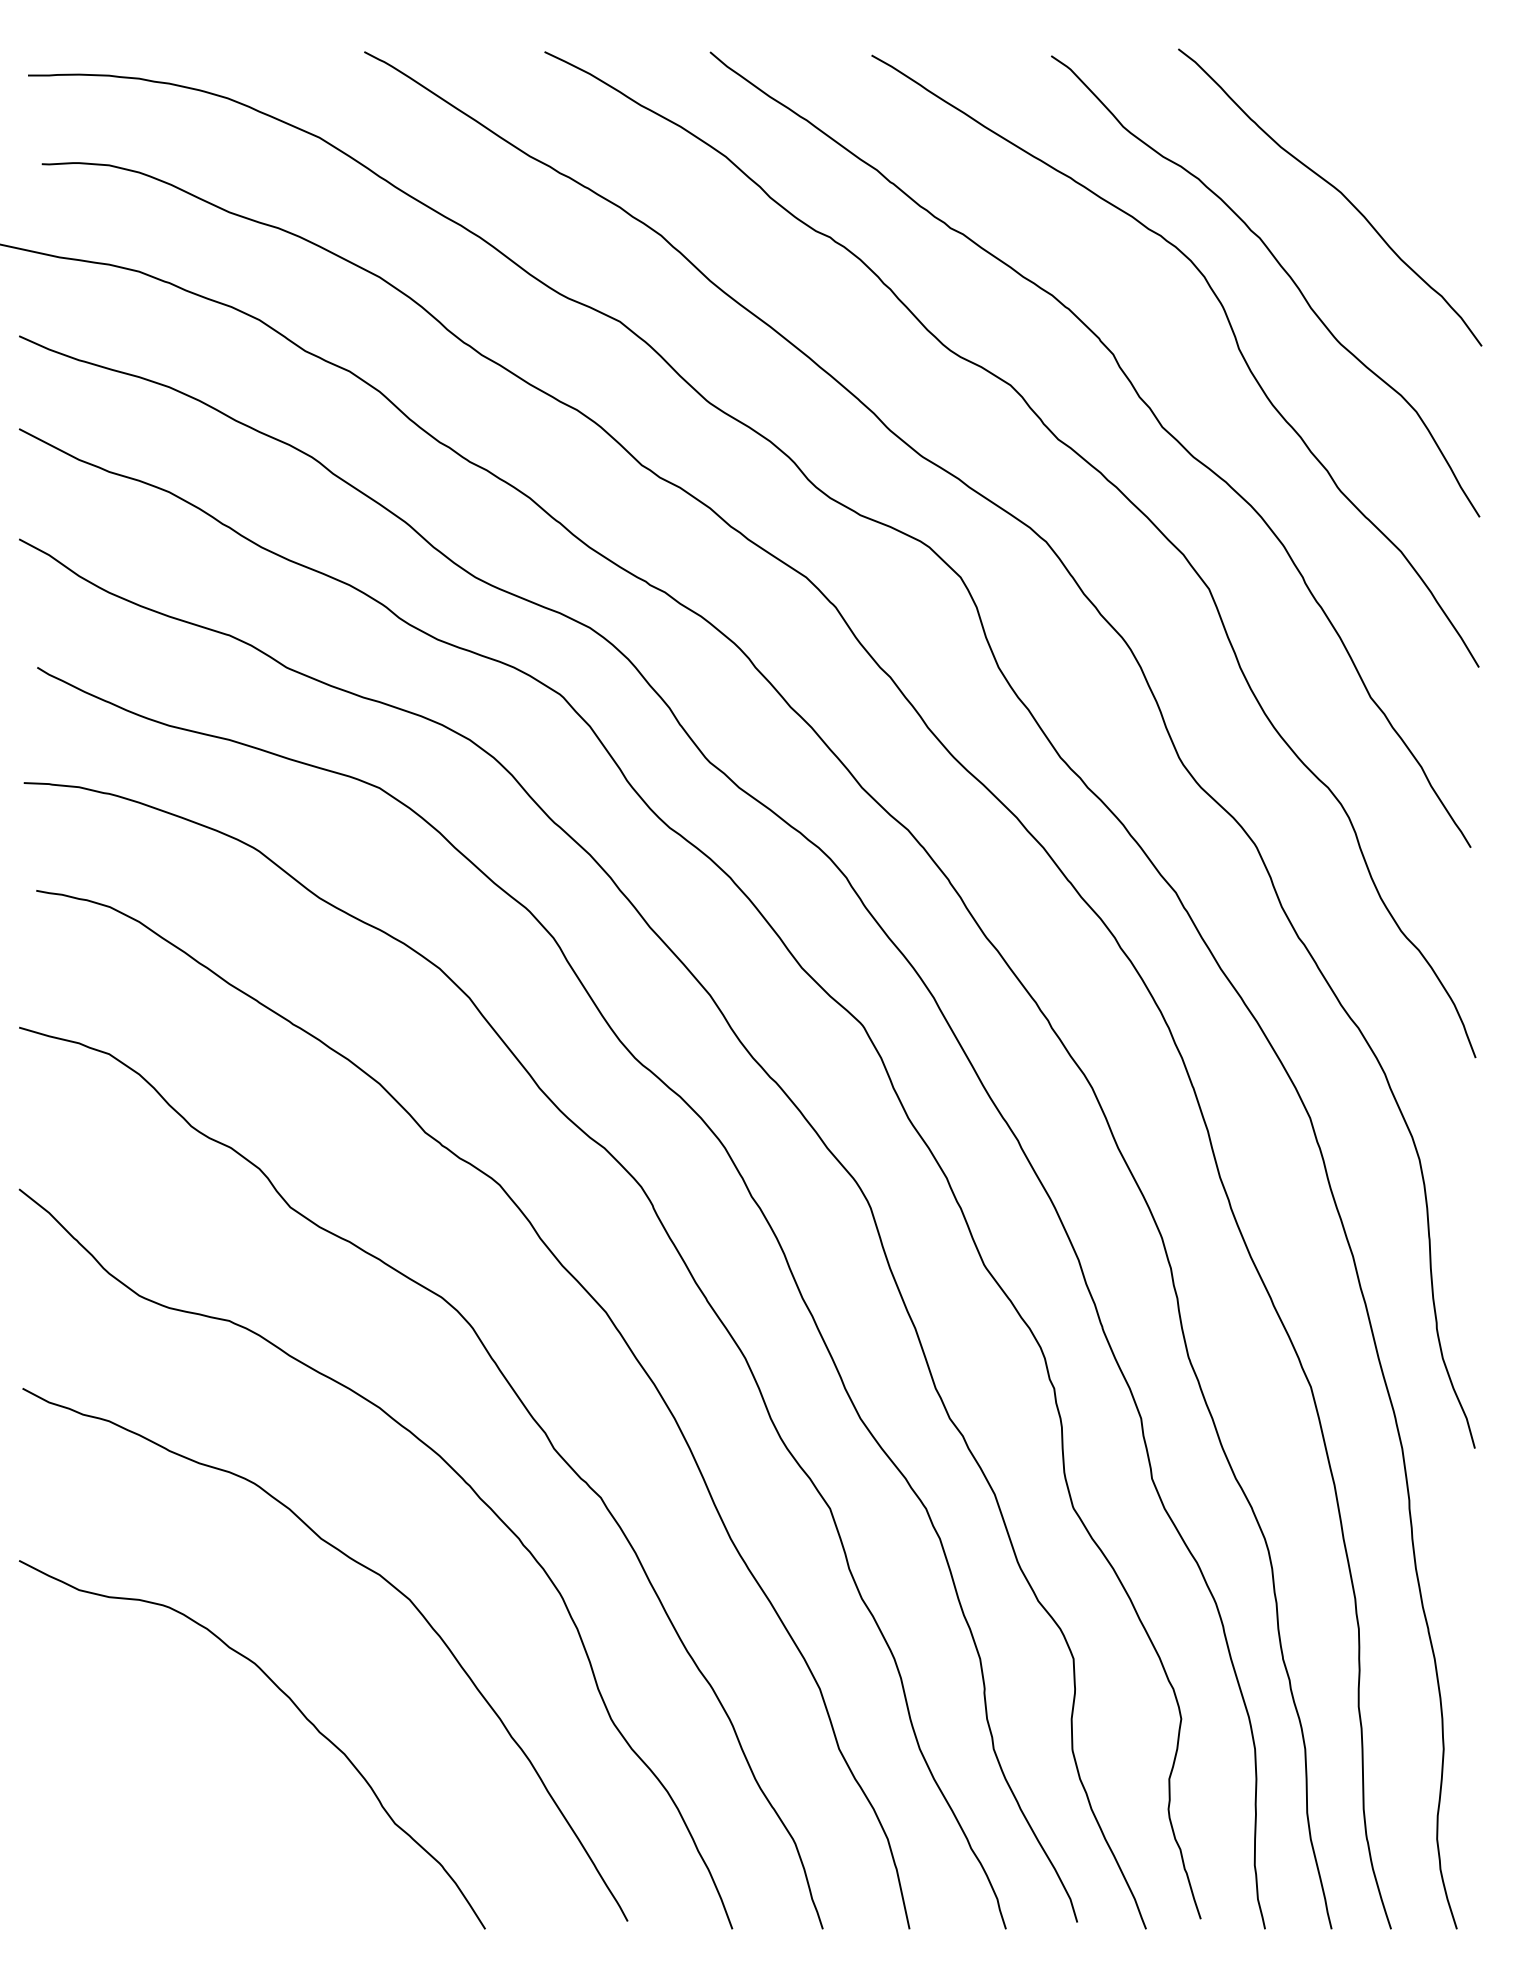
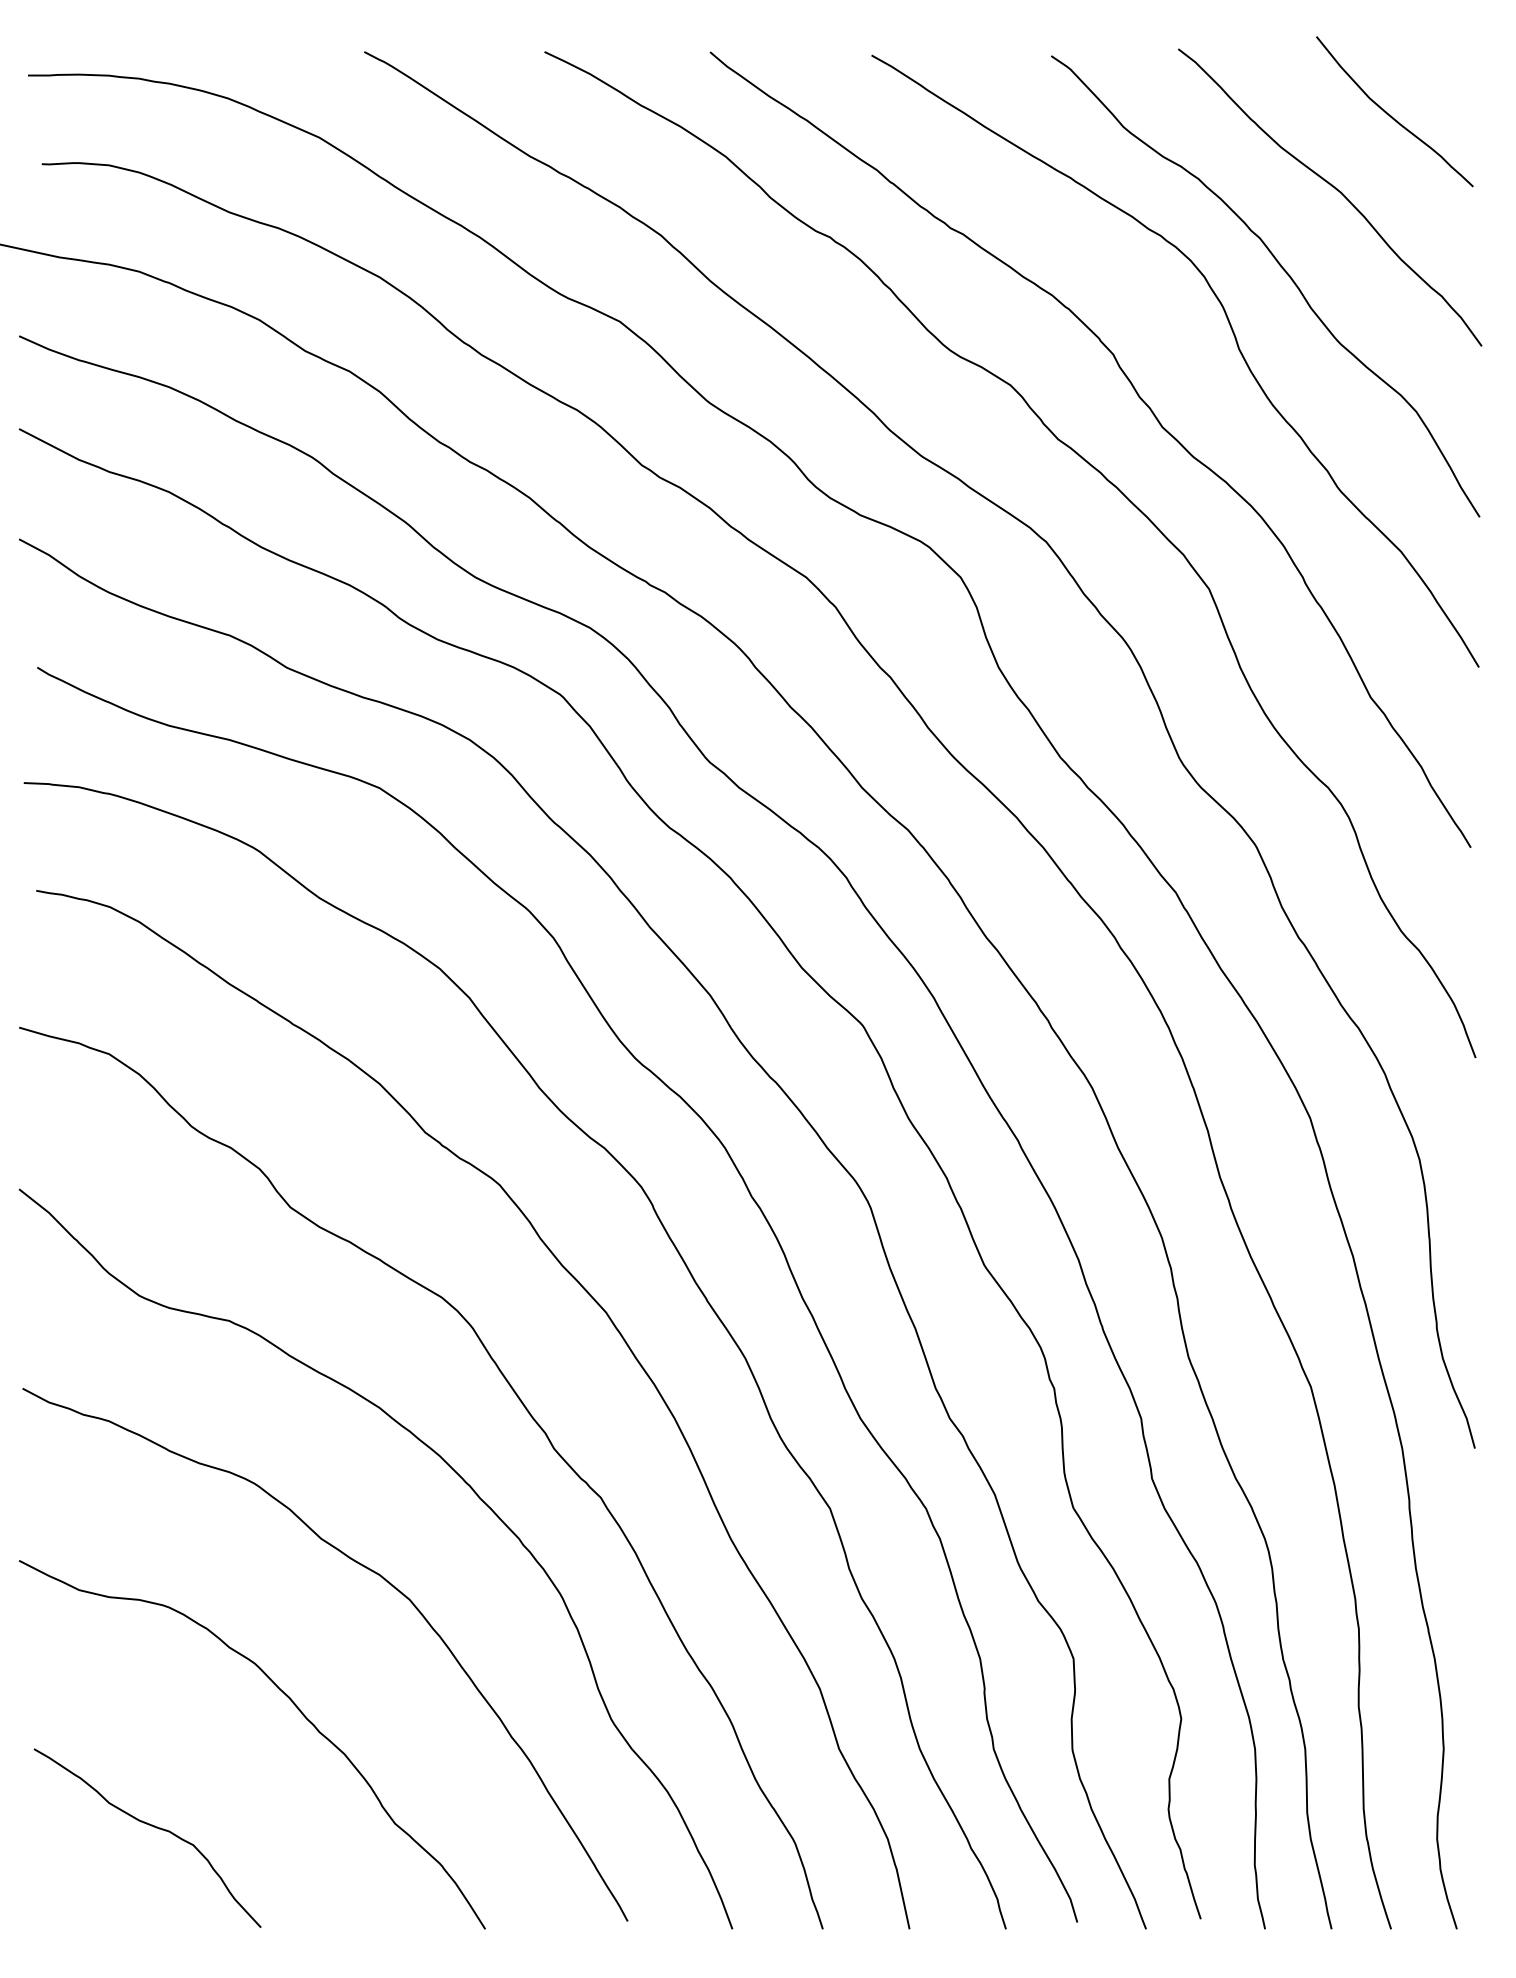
curve at (1391, 115): none -> present
curve at (153, 1827): none -> present
